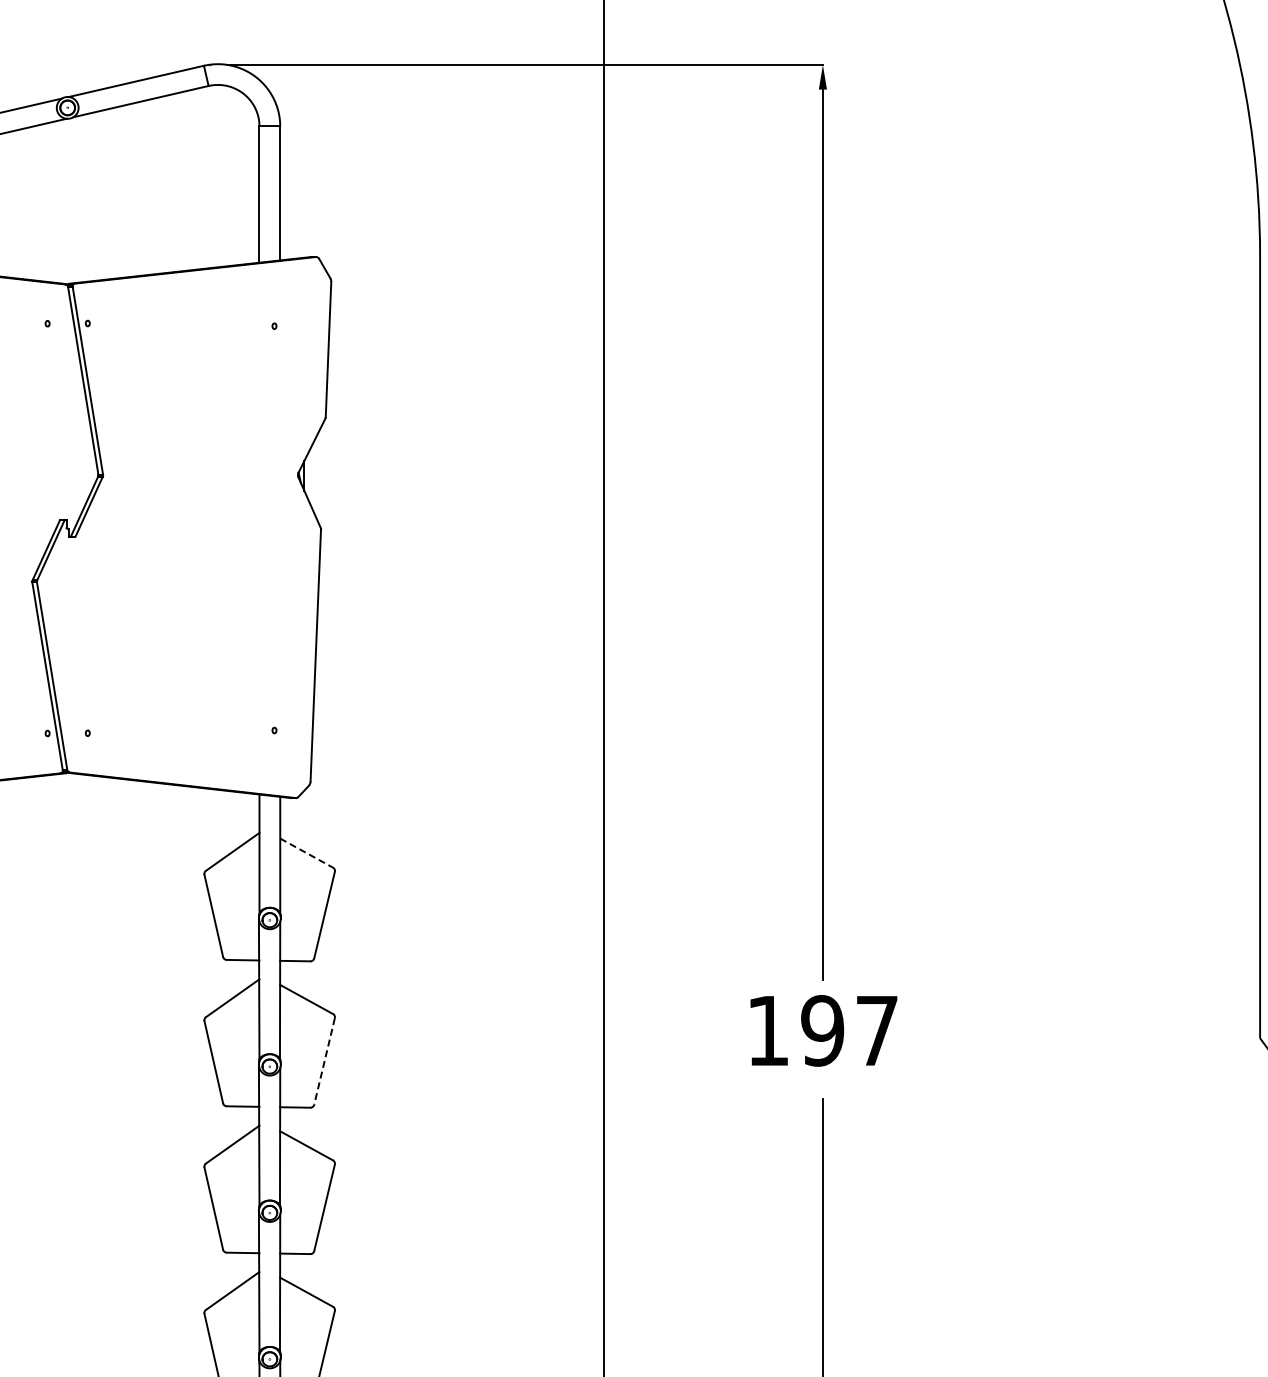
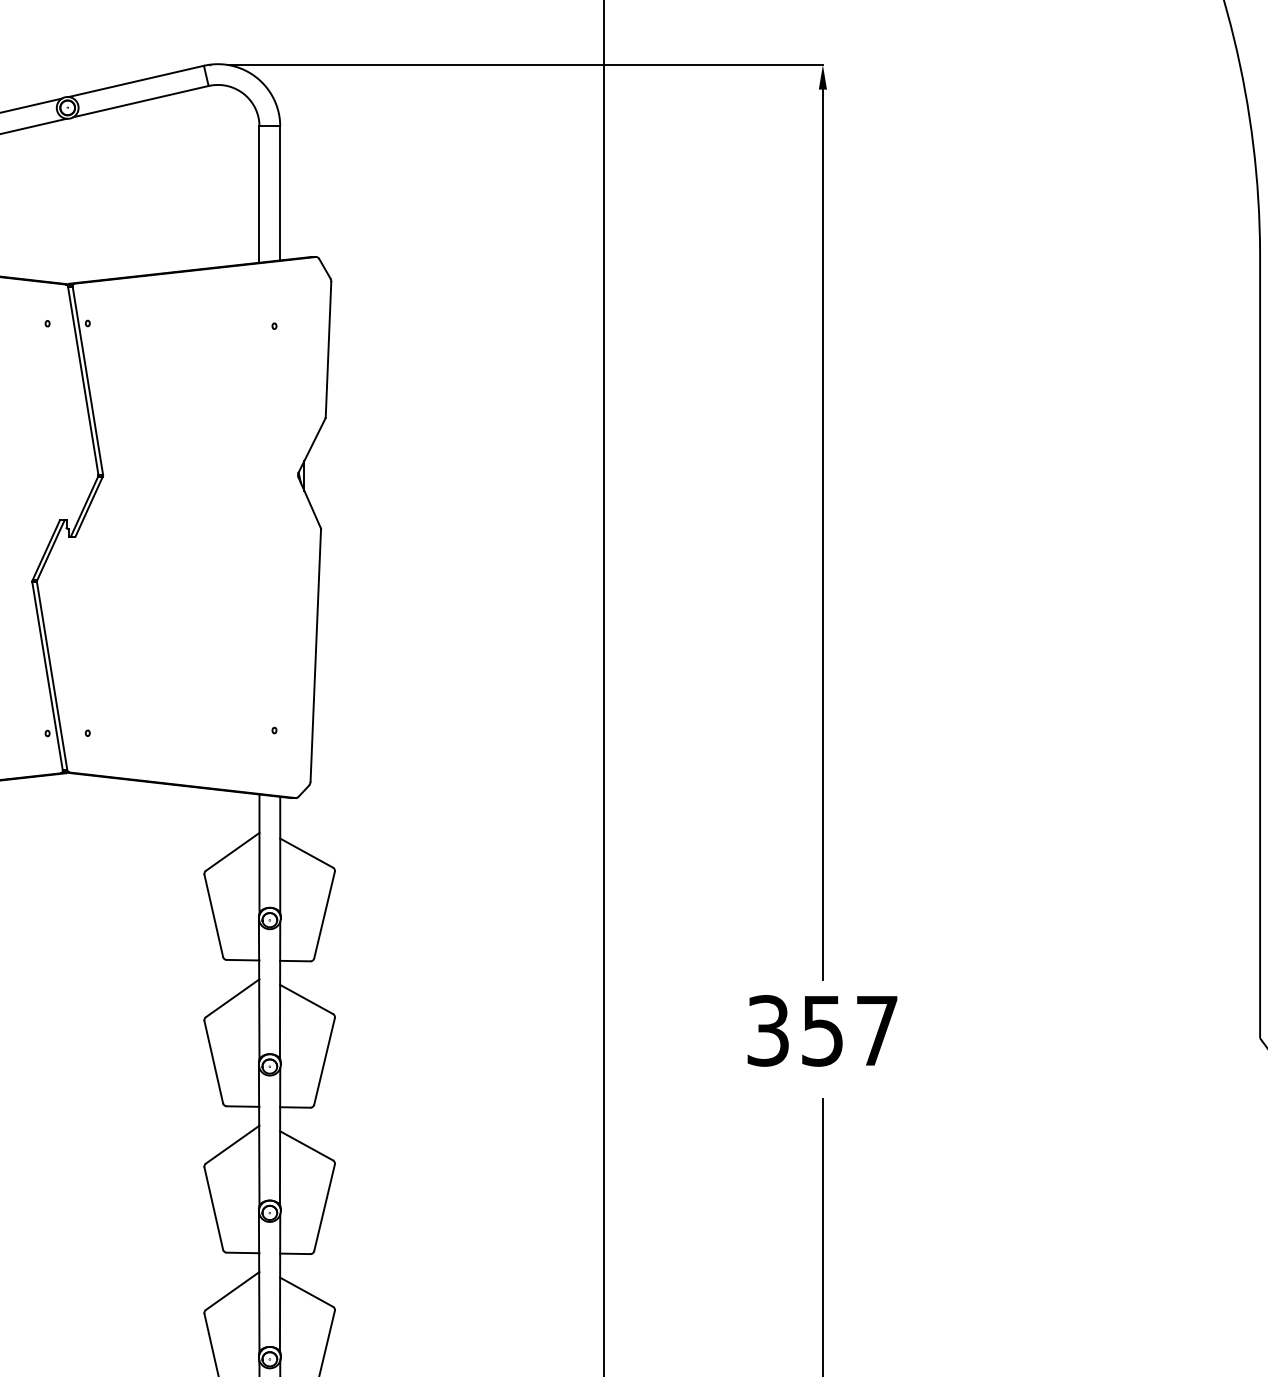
line at (307, 853): dashed -> solid
text at (795, 1030): 197 -> 357
line at (324, 1061): dashed -> solid
